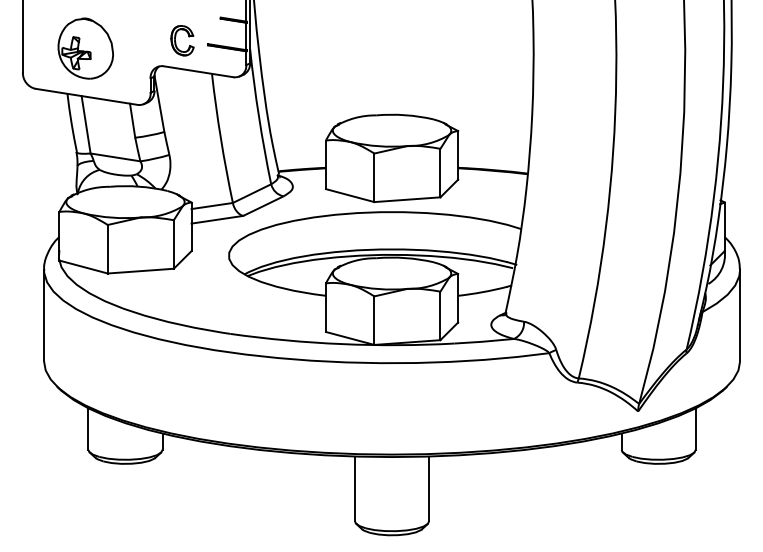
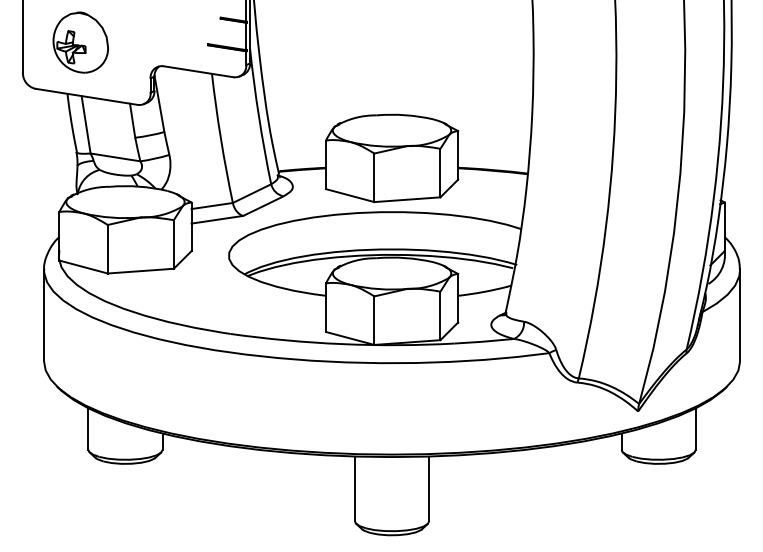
part at (176, 42): present -> none
part at (85, 48) position: (85, 48) -> (80, 42)
